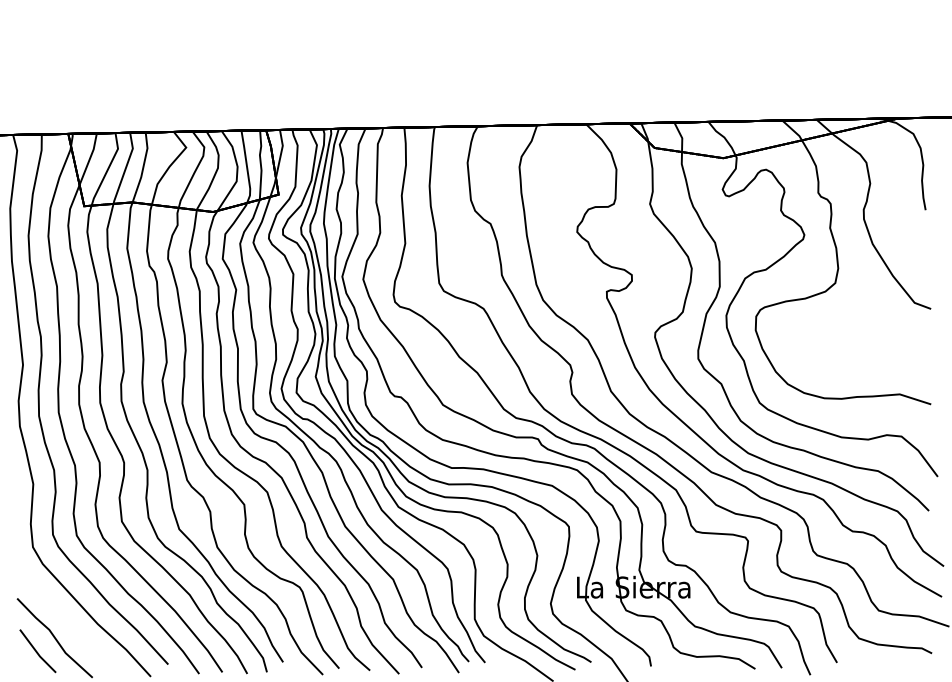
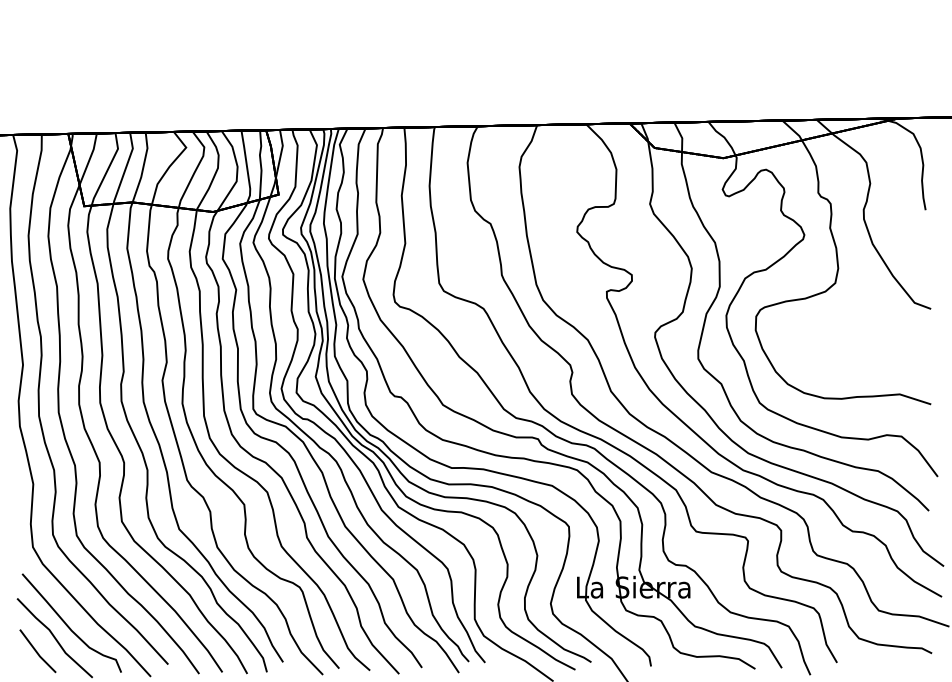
part at (71, 622): none -> present
